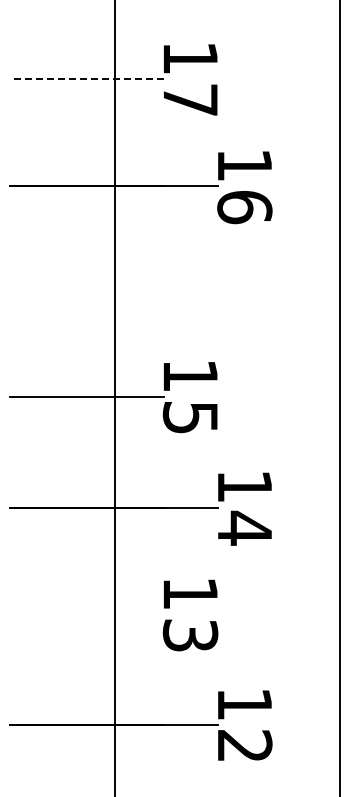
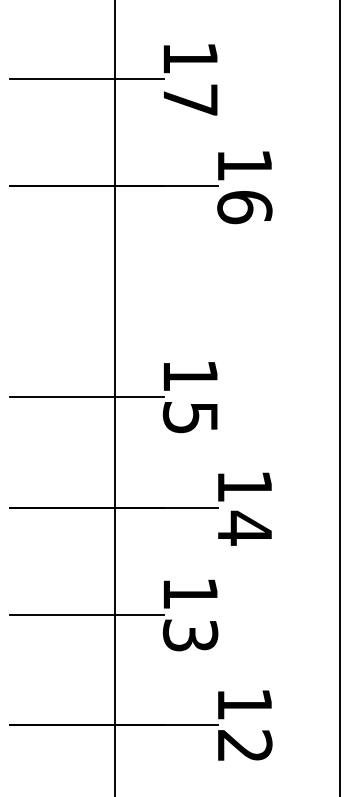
line at (87, 79): dashed -> solid
line at (86, 614): none -> present
